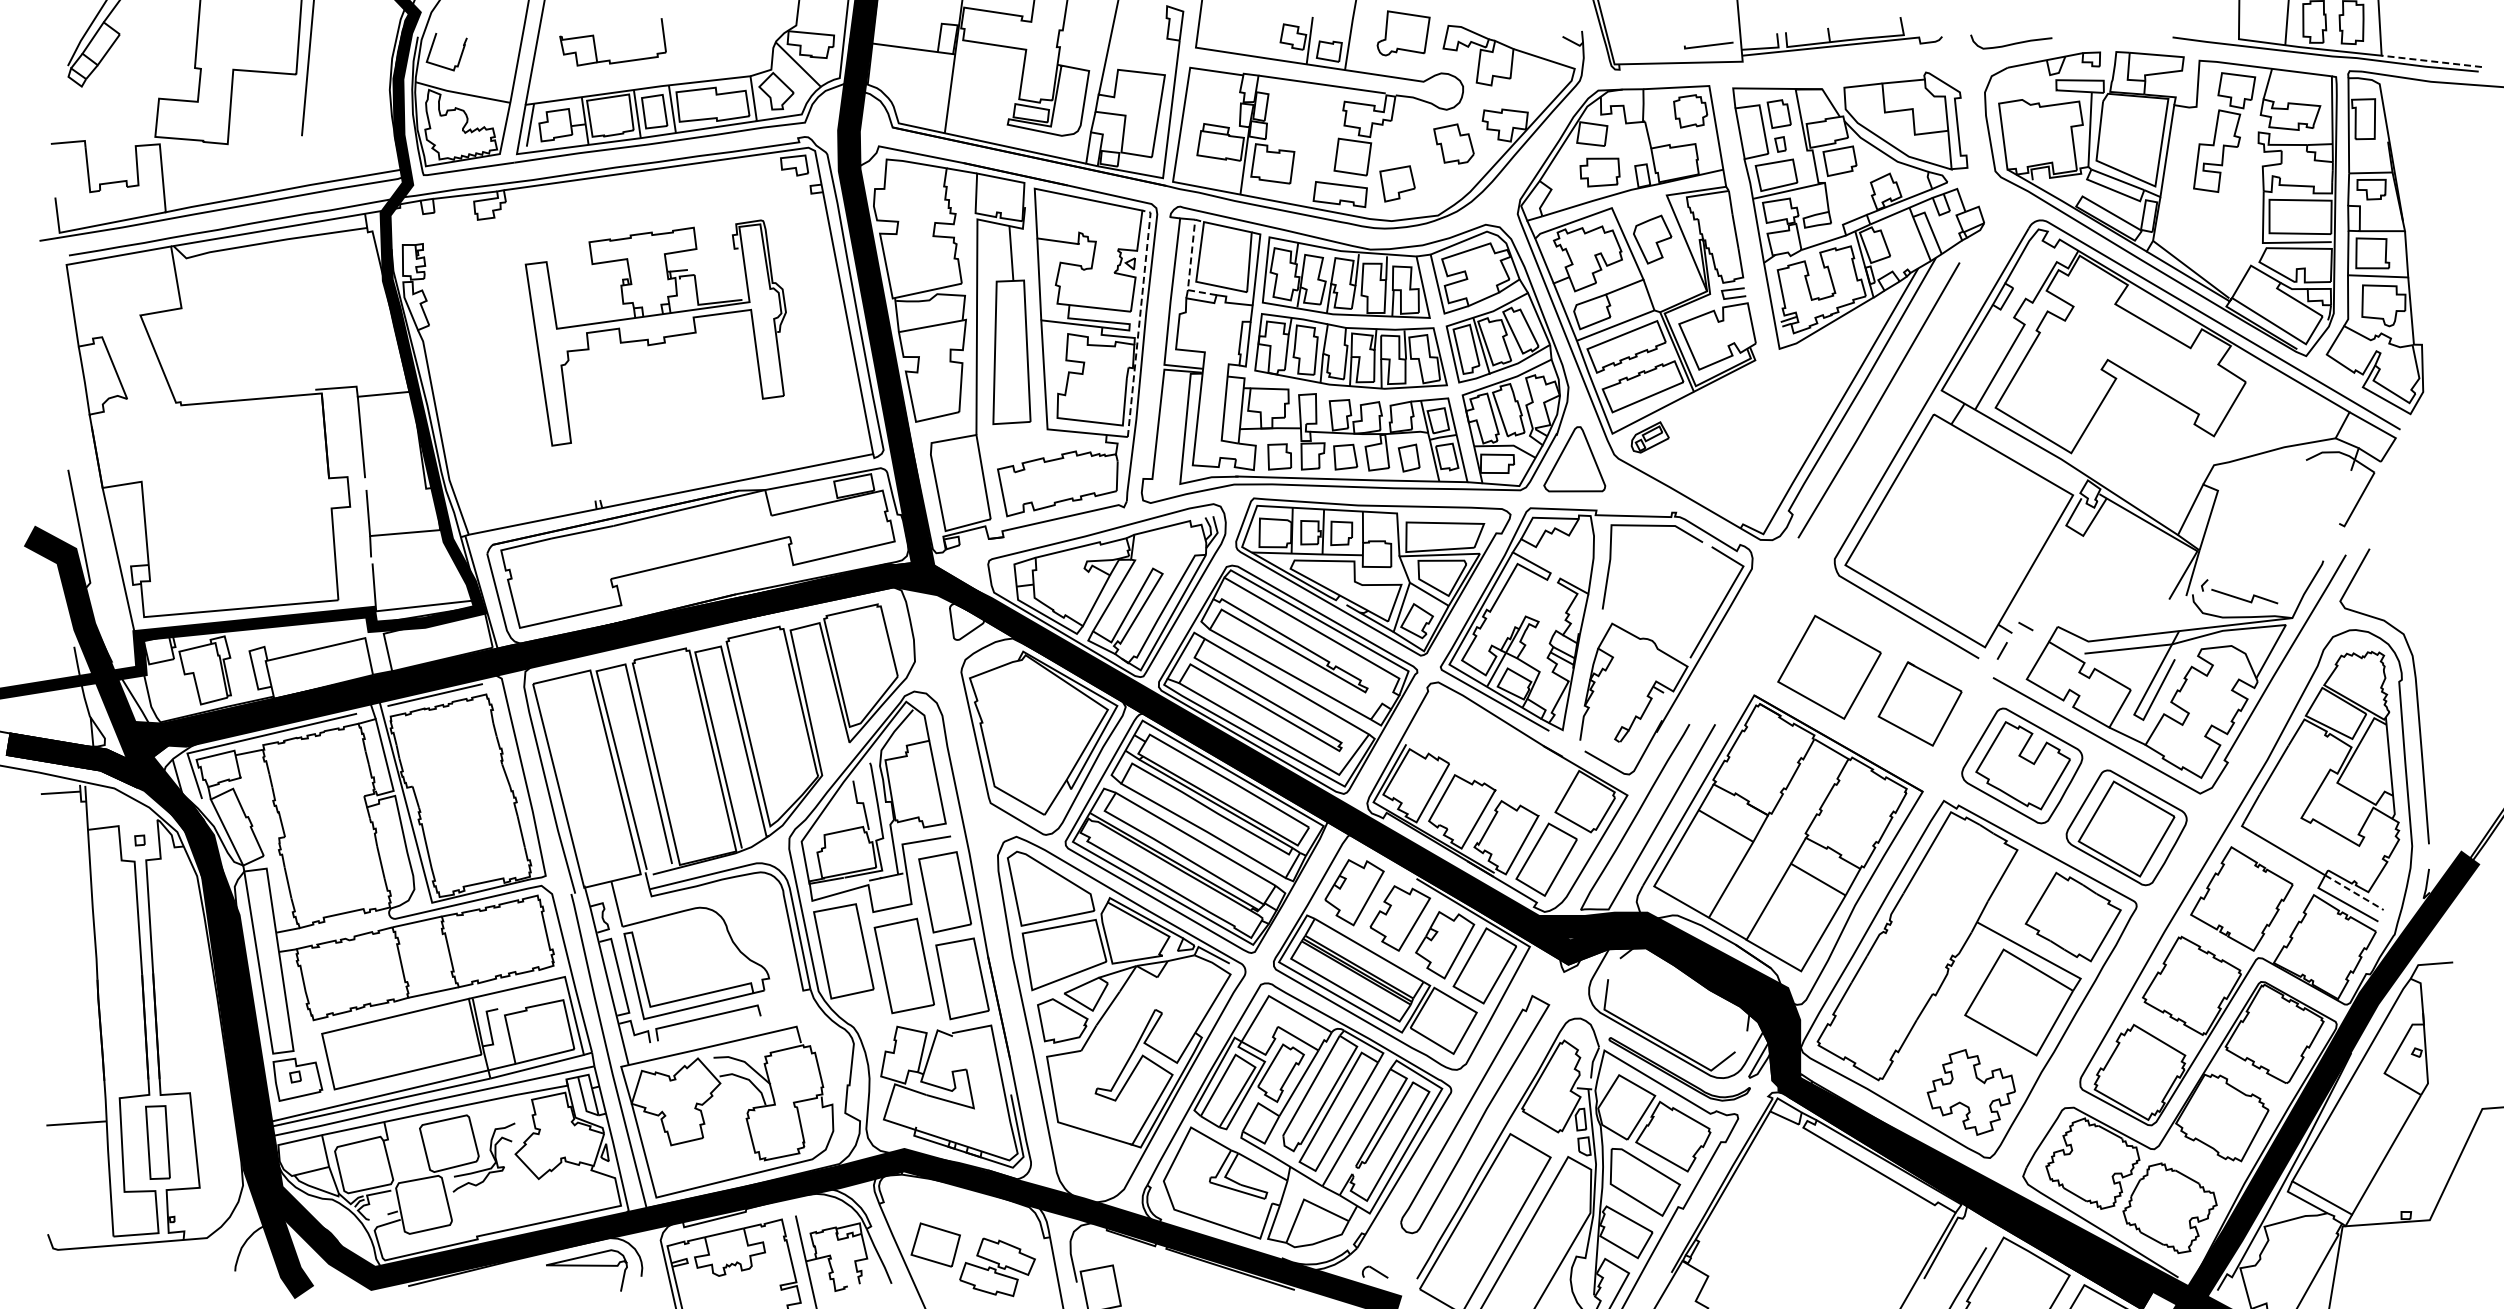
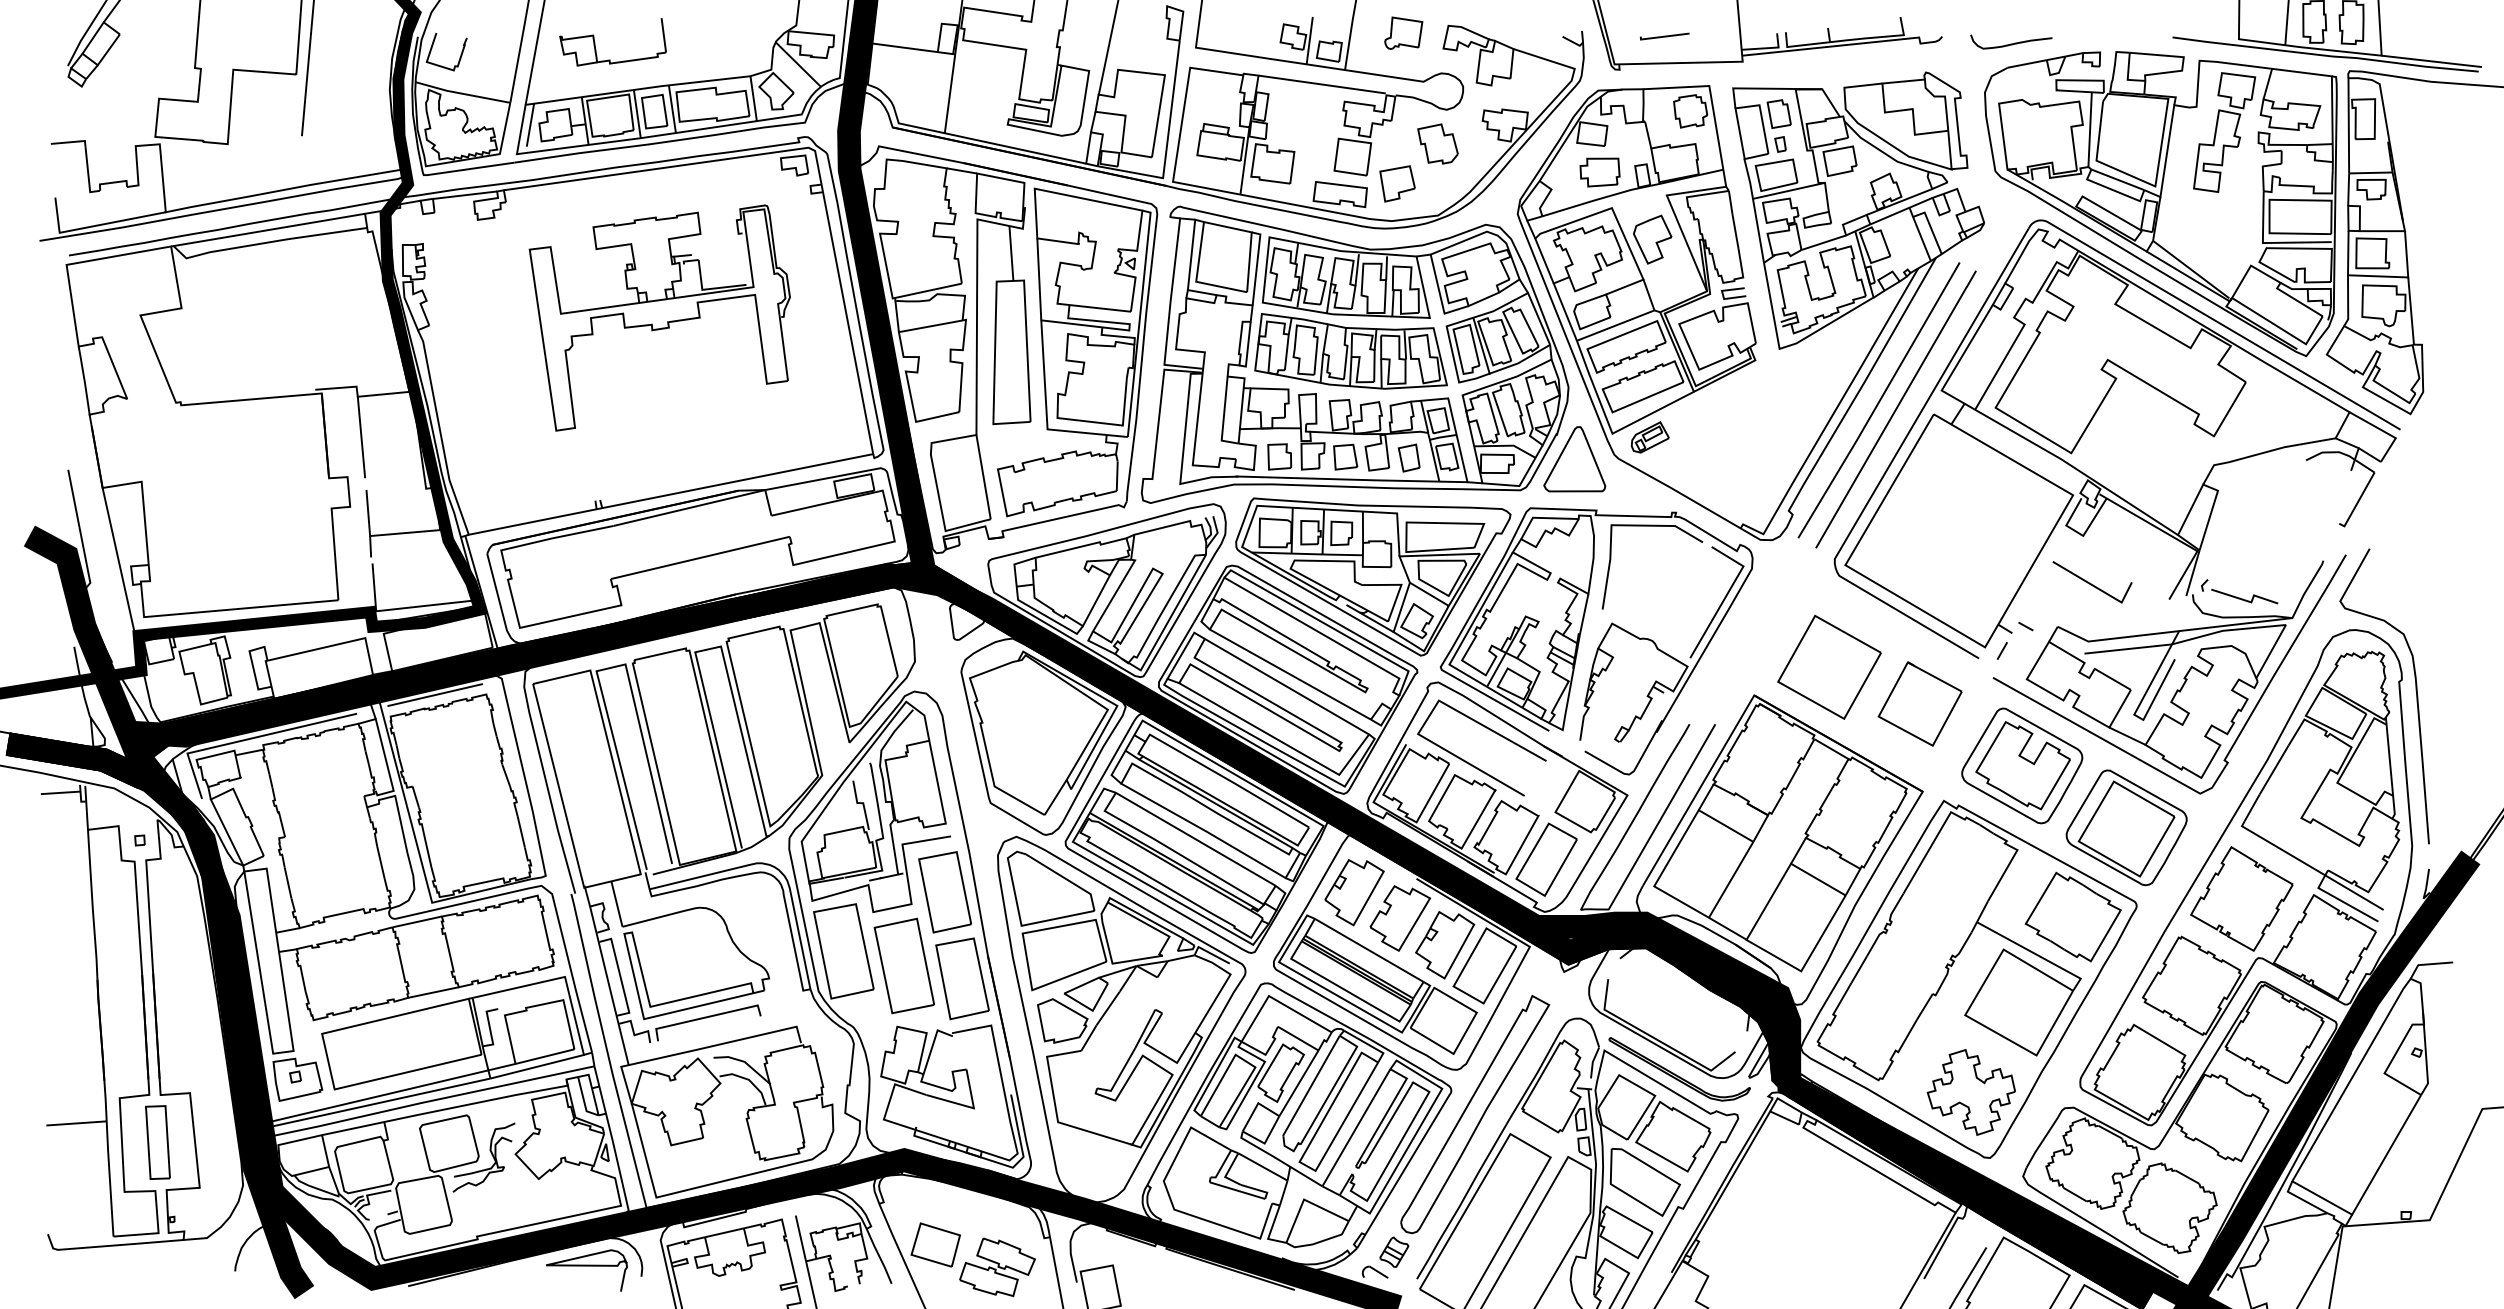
part at (1403, 33) size: 55x47 px -> 40x34 px
line at (1708, 45) position: (1708, 45) -> (1664, 36)
line at (2431, 61): dashed -> solid
part at (1453, 143) position: (1453, 143) -> (1437, 143)
line at (1190, 264): dashed -> solid
line at (1139, 319): dashed -> solid
part at (655, 332) position: (655, 332) -> (659, 317)
line at (1895, 409): none -> present
line at (2091, 583): none -> present
curve at (1489, 730): none -> present
line at (2354, 892): dashed -> solid
part at (1394, 1251): none -> present
